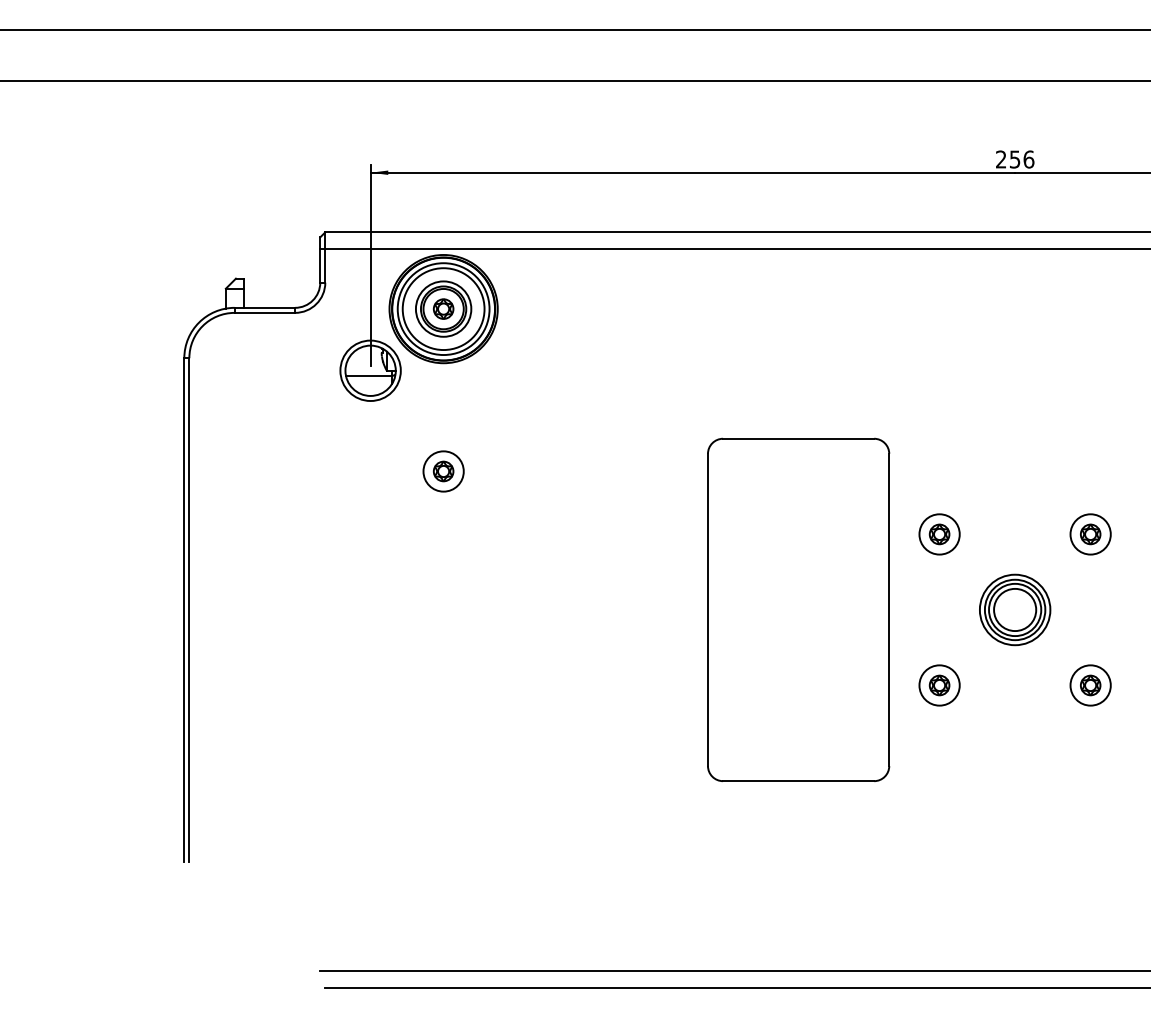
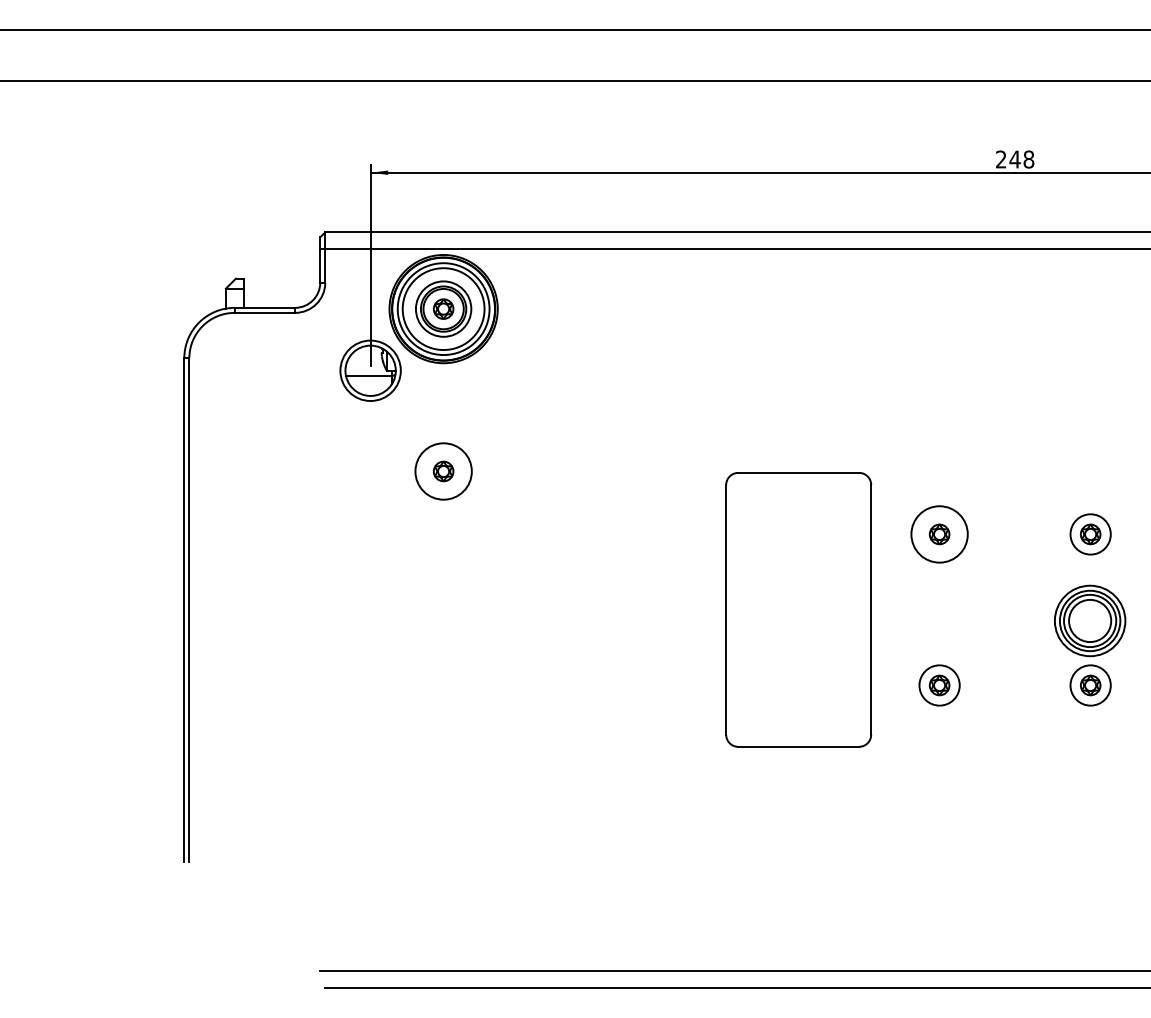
text at (1021, 159): 256 -> 248
circle at (443, 471) diameter: 40 px -> 56 px
circle at (939, 534) diameter: 40 px -> 56 px
part at (798, 609) size: 184x345 px -> 148x276 px
part at (1015, 609) position: (1015, 609) -> (1090, 620)
